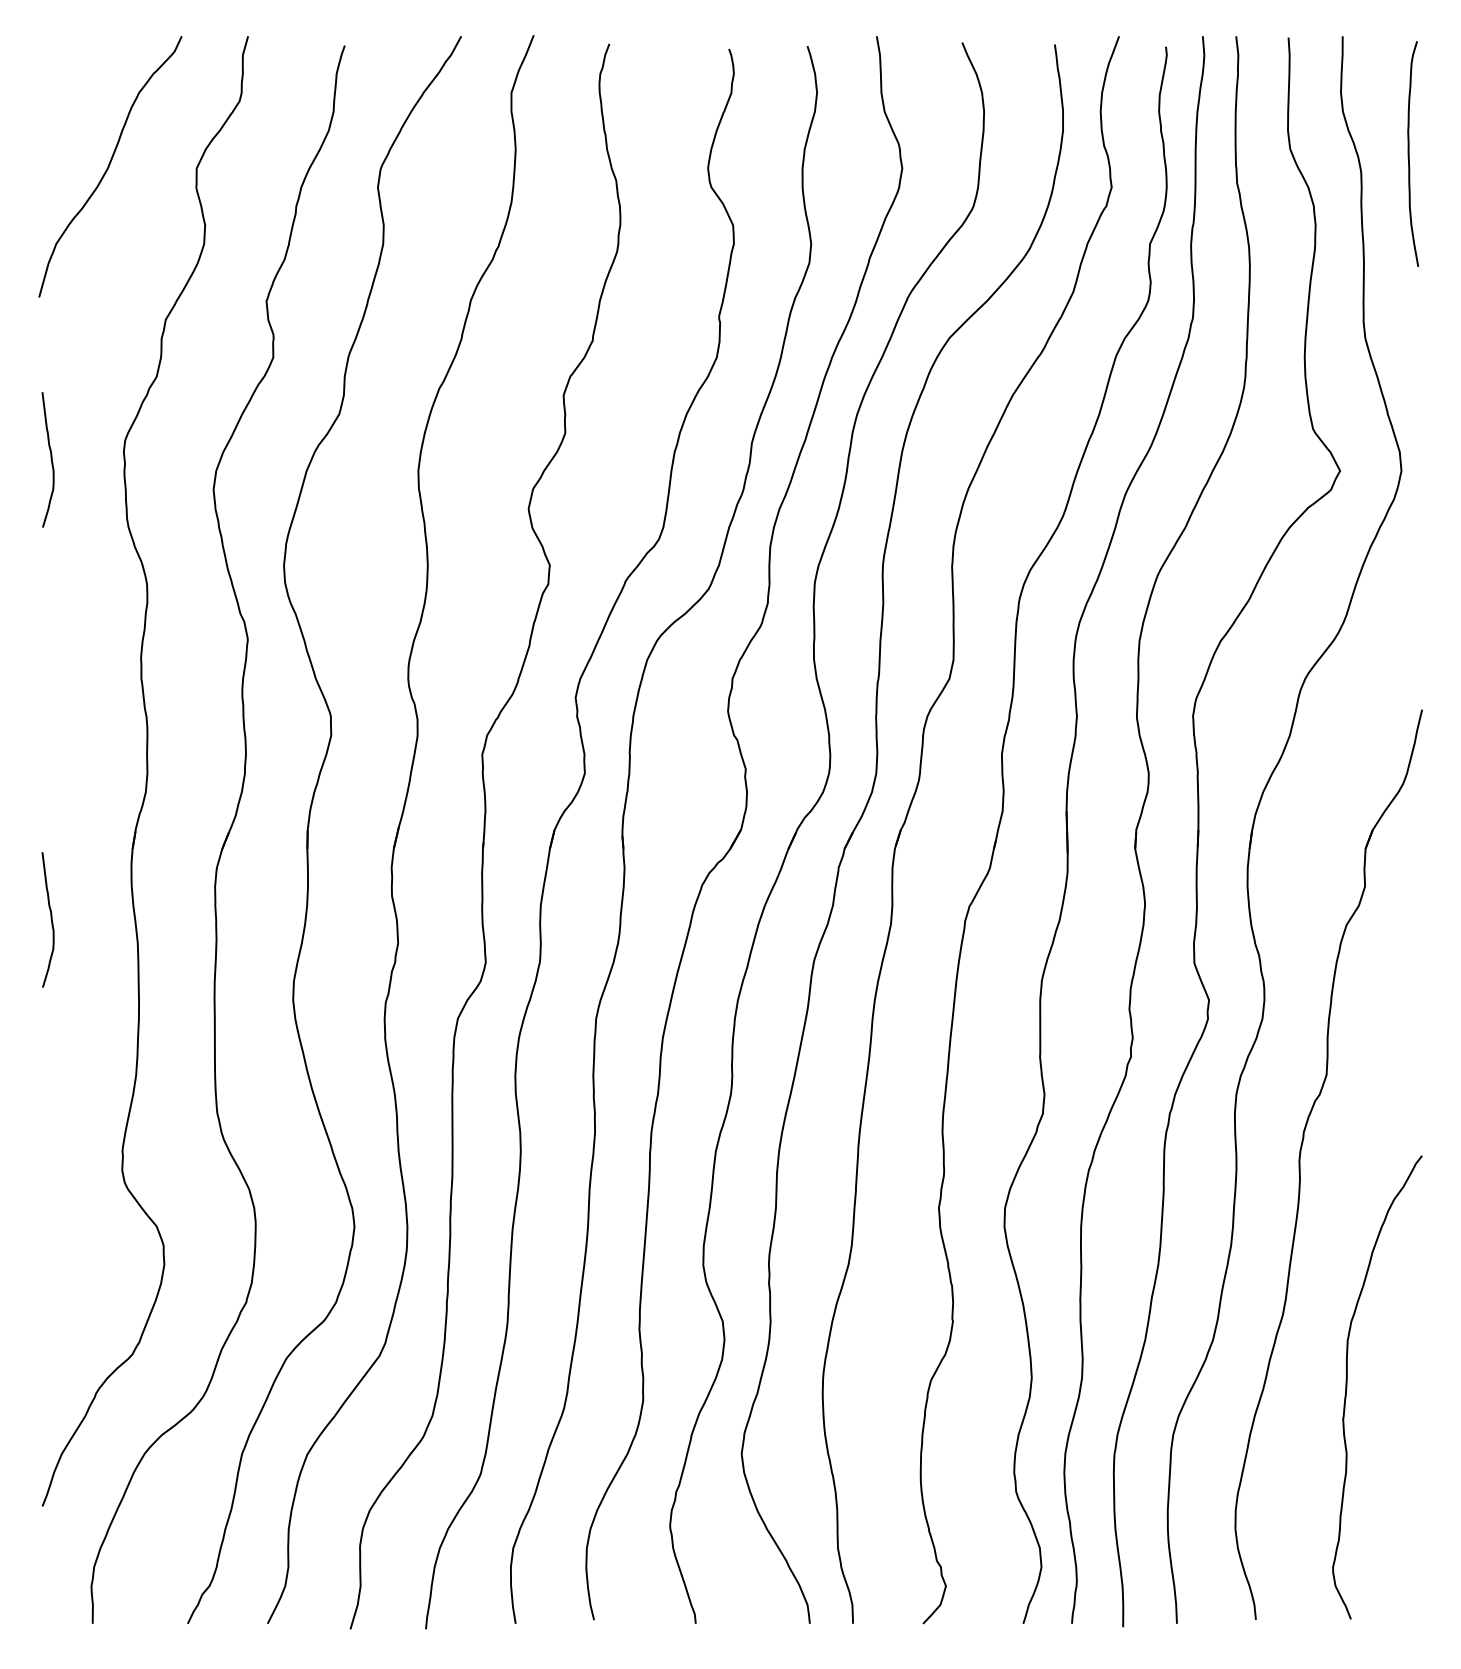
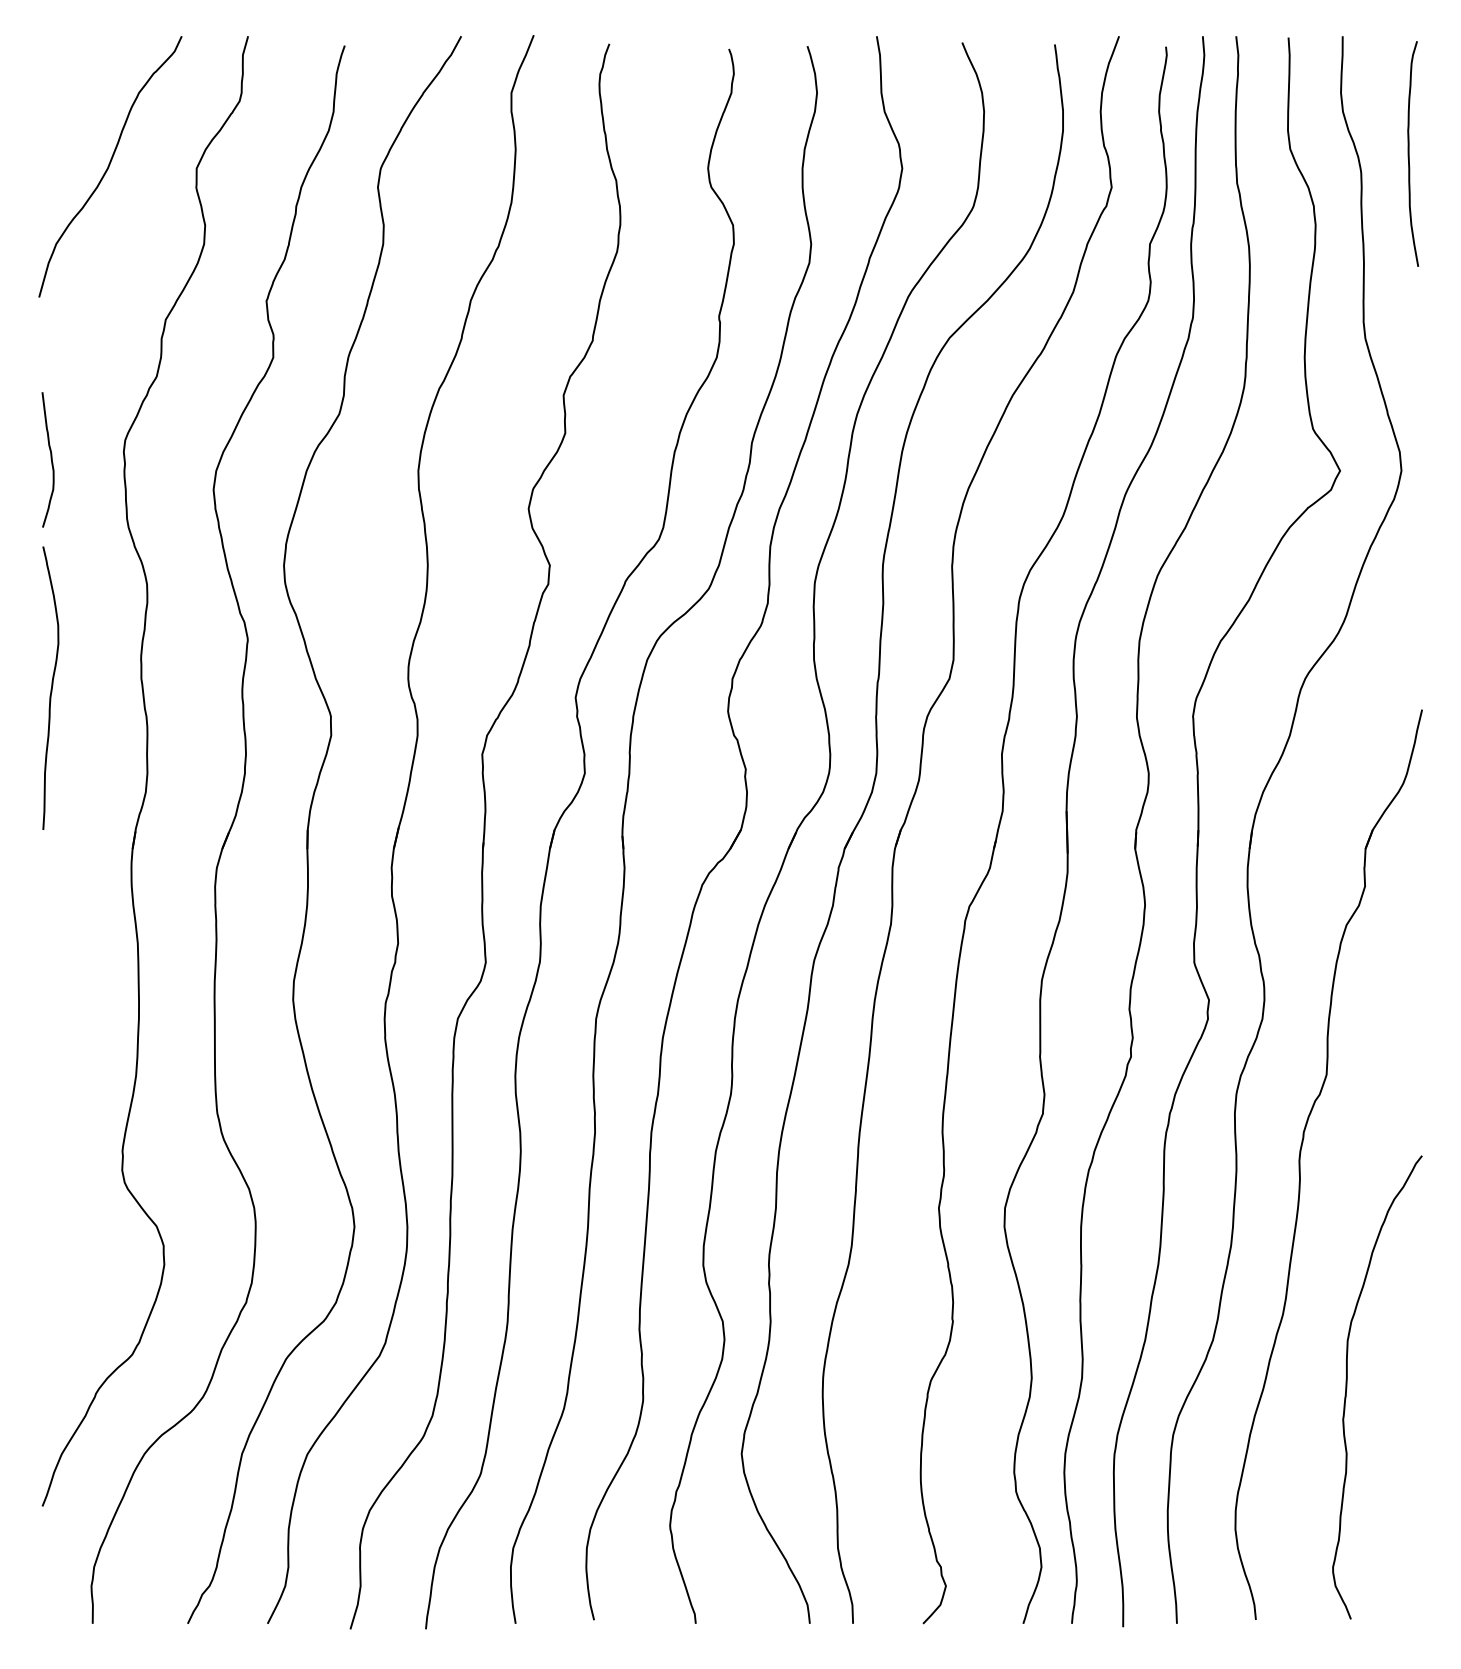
curve at (51, 687): none -> present
curve at (50, 919): present -> none
